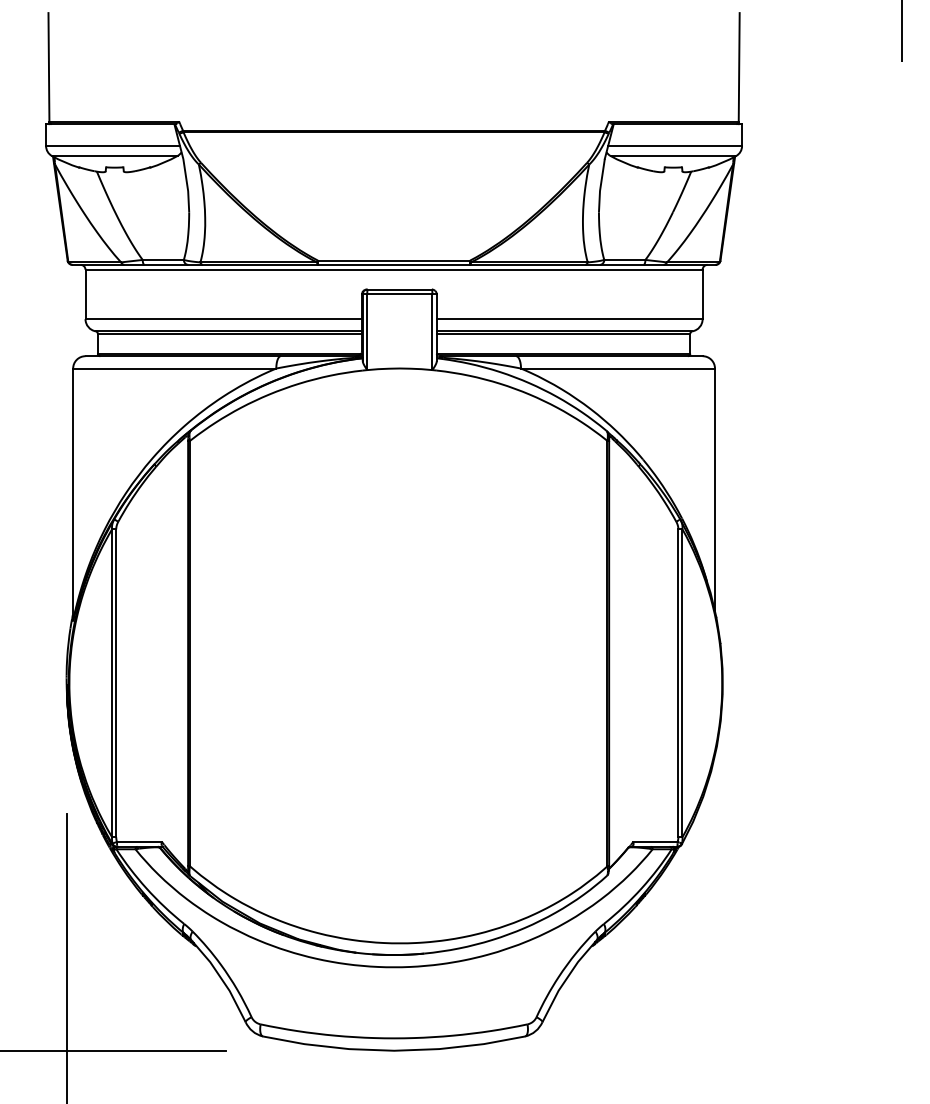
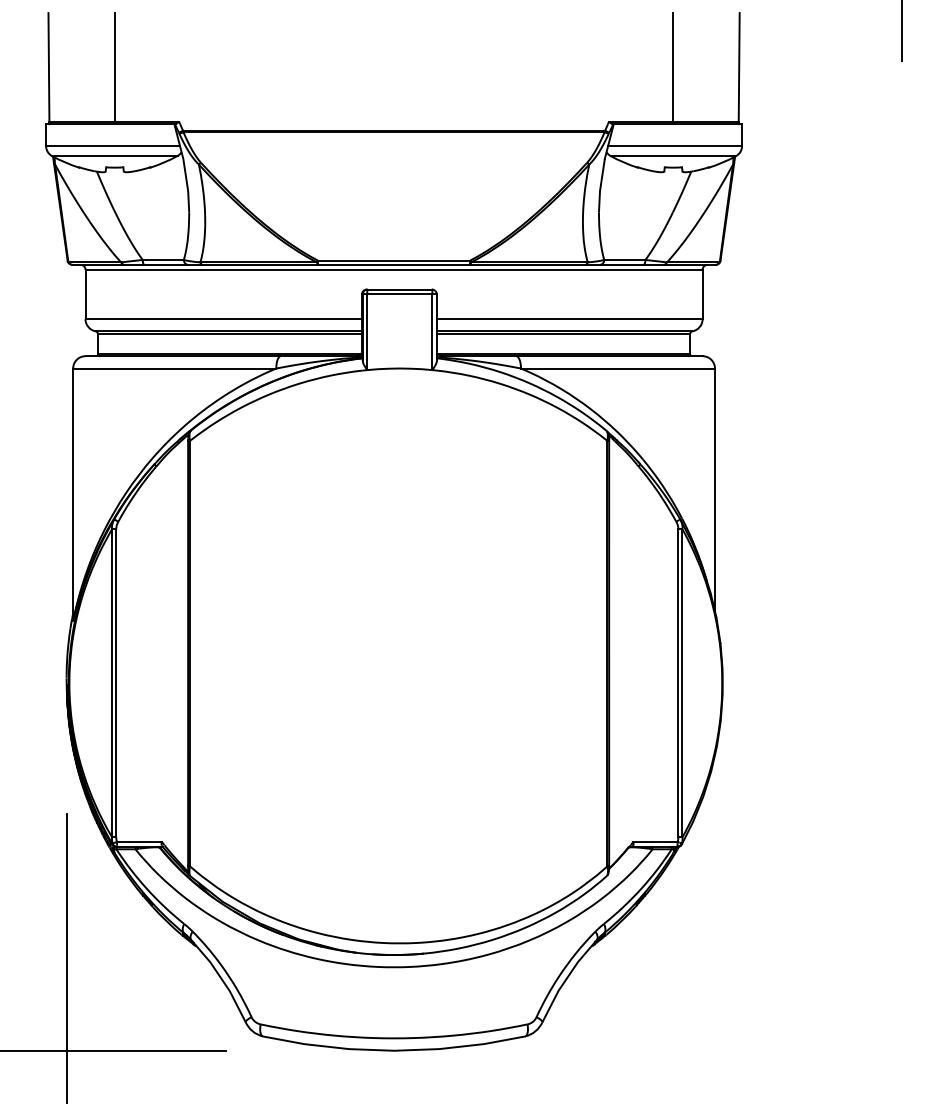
line at (115, 68): none -> present
line at (673, 68): none -> present
